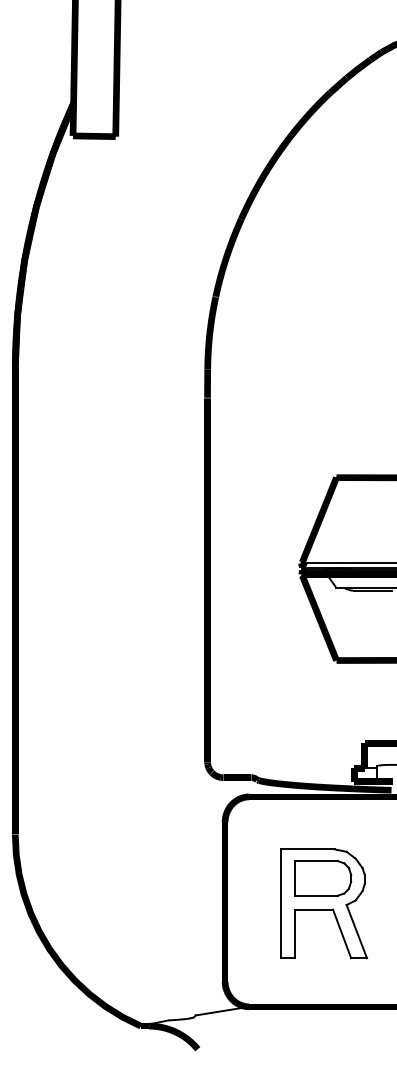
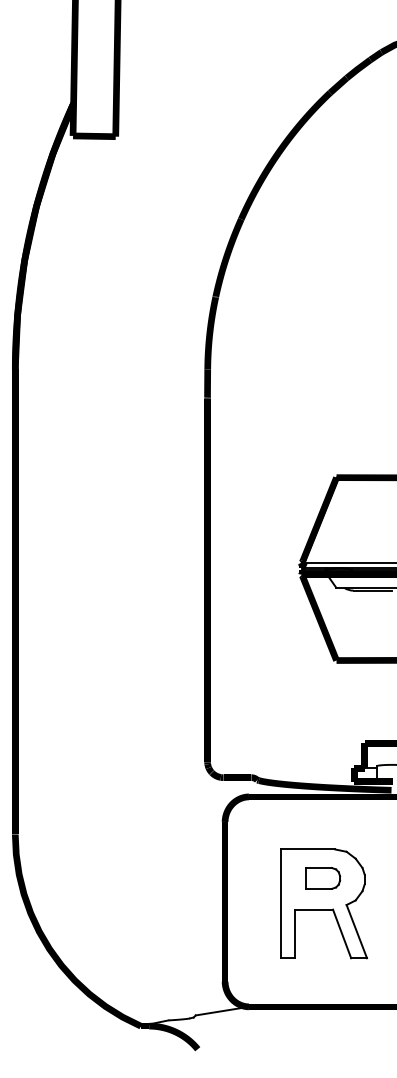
part at (323, 878) size: 59x37 px -> 37x23 px
